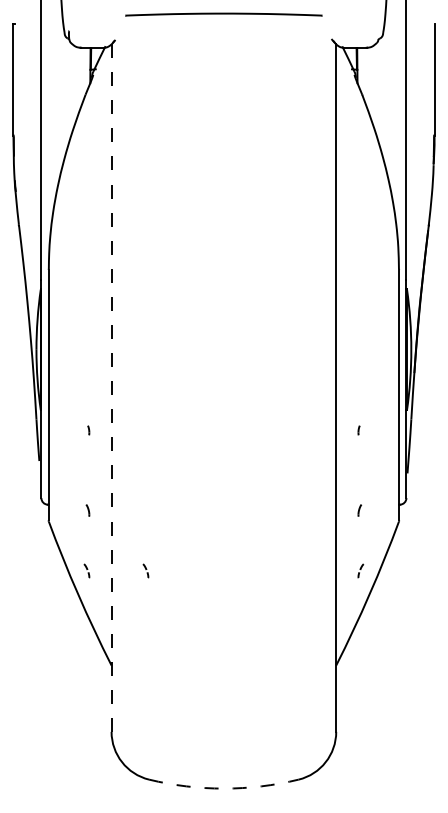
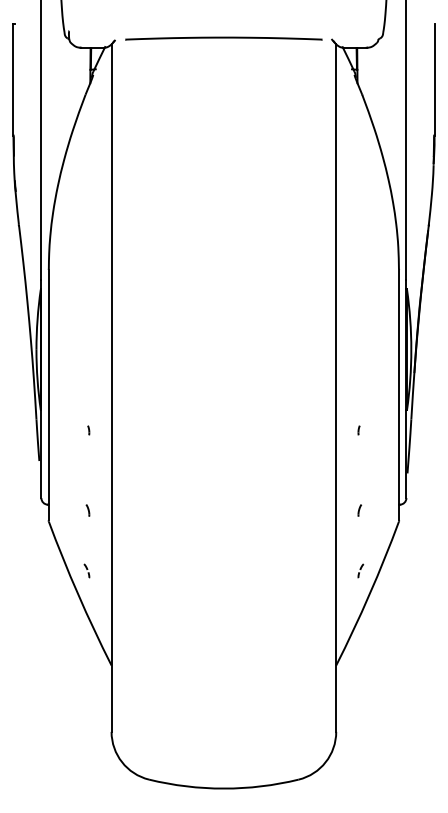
part at (223, 14) position: (223, 14) -> (223, 38)
line at (111, 388): dashed -> solid
part at (145, 570): present -> none
arc at (223, 788): dashed -> solid
